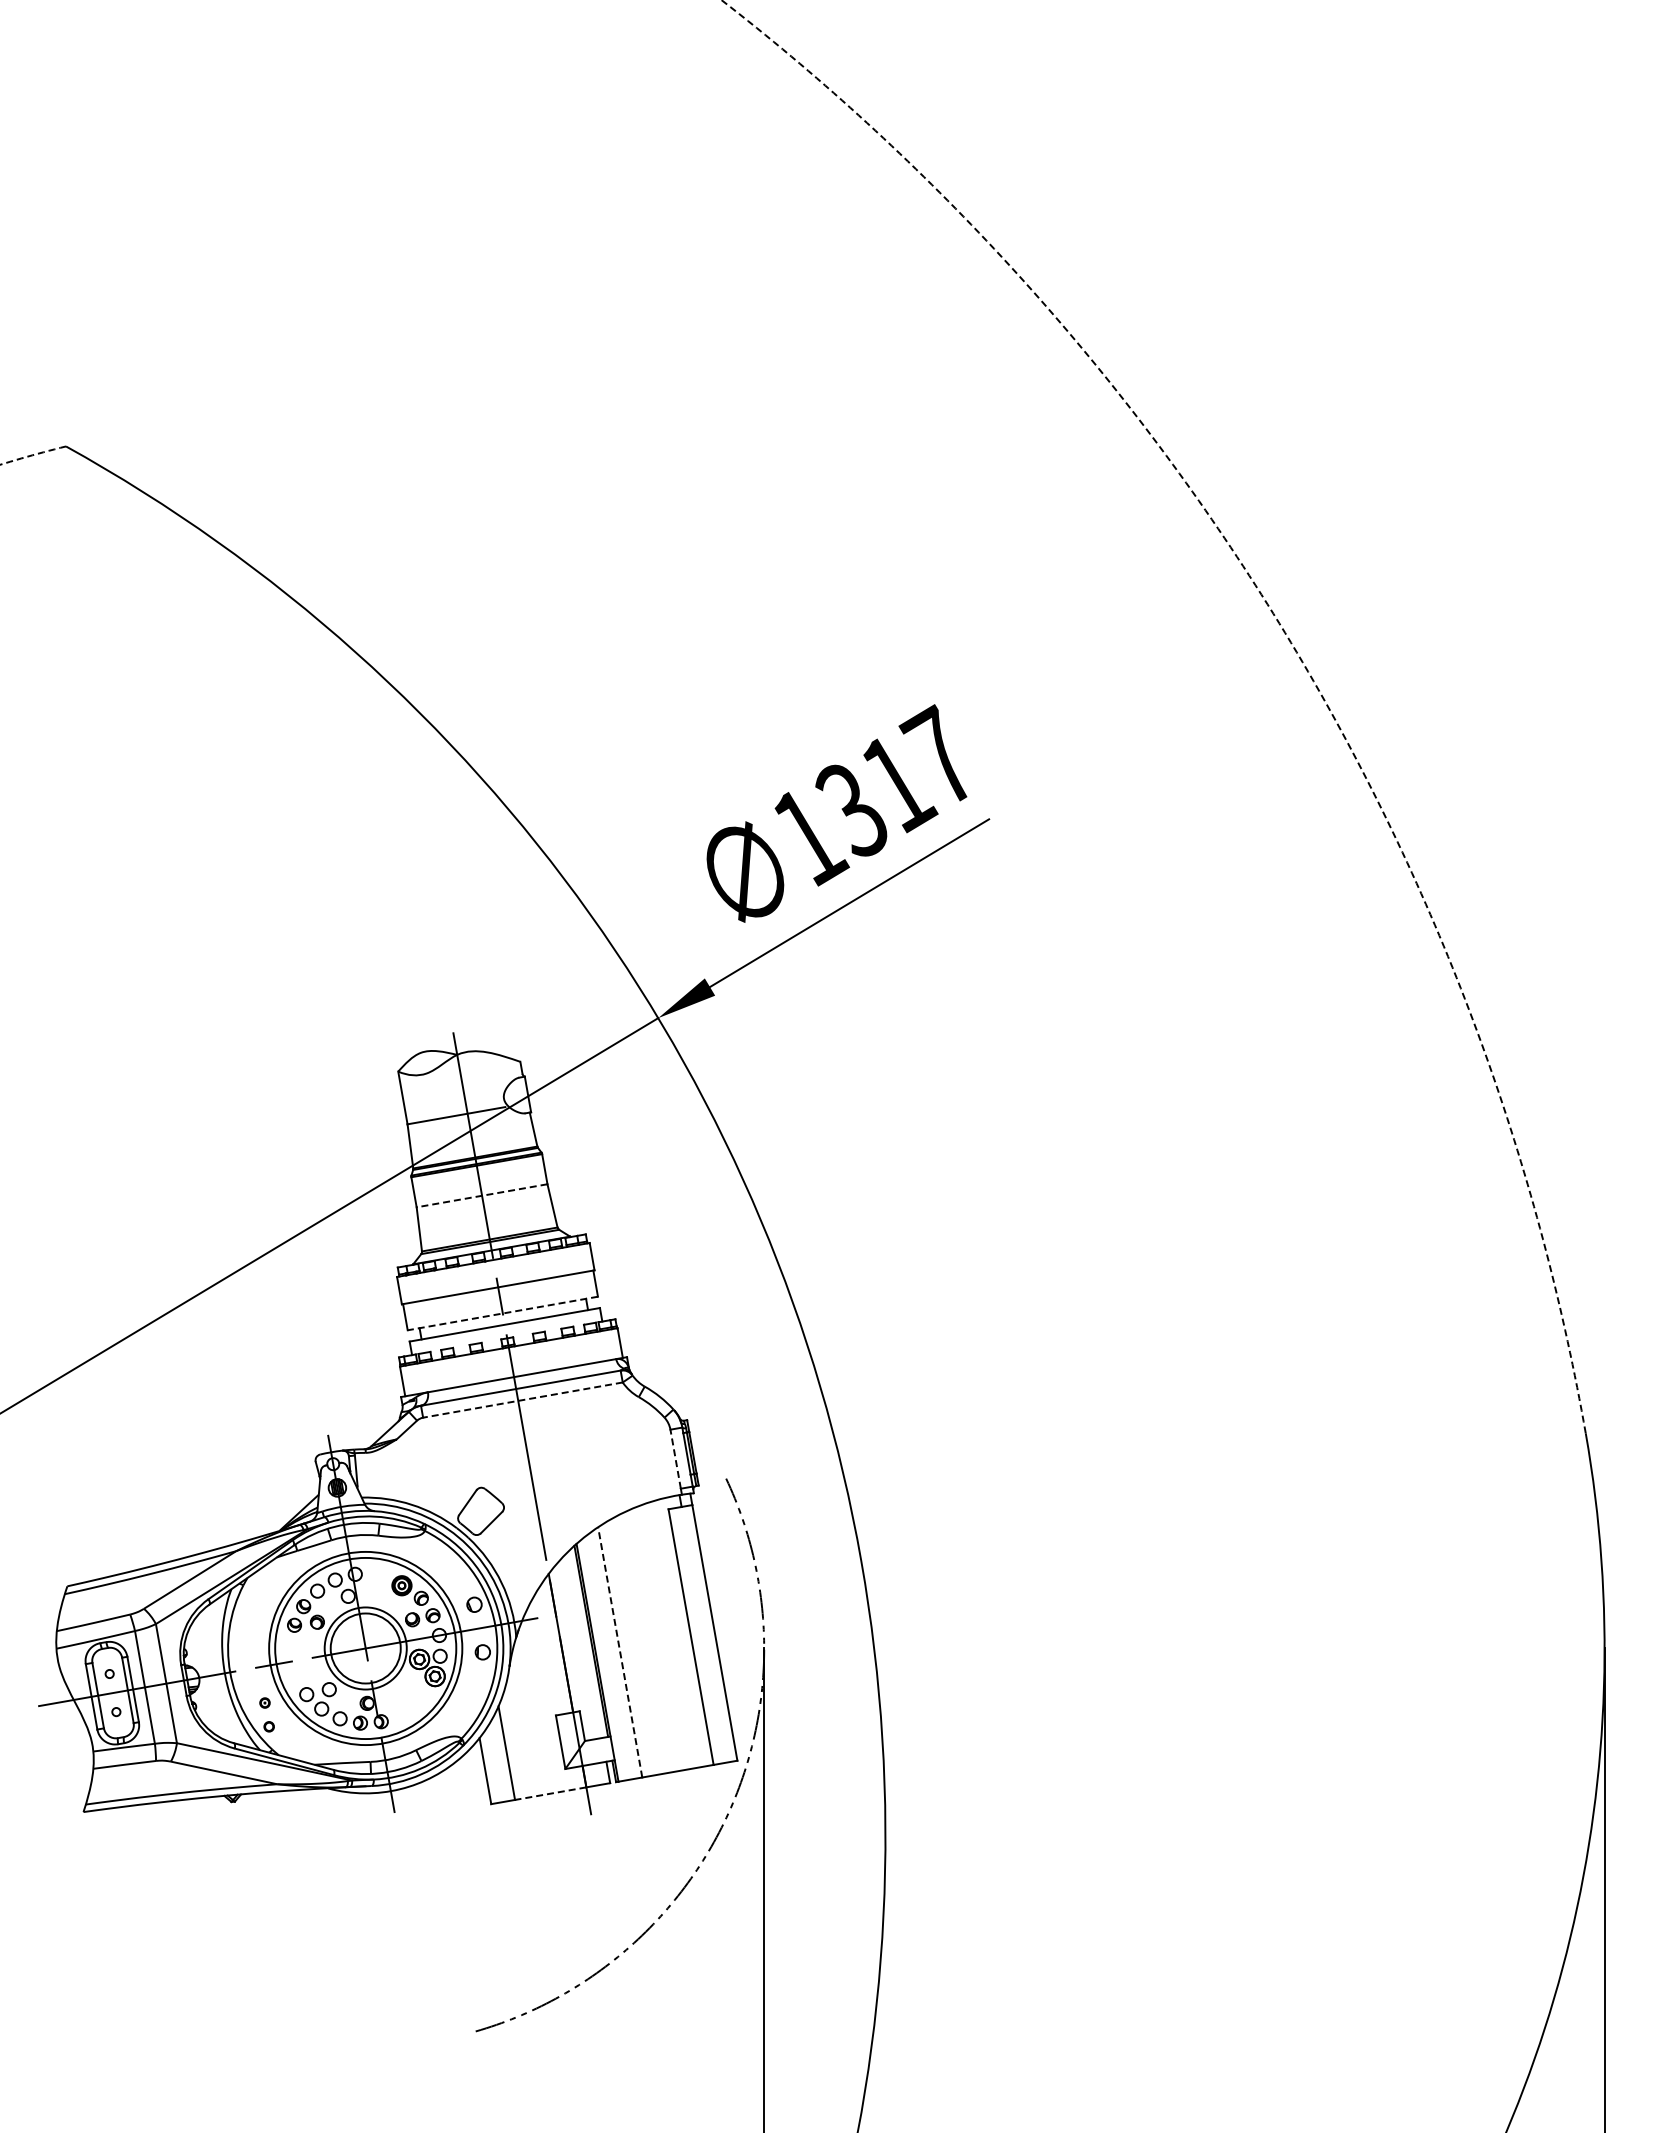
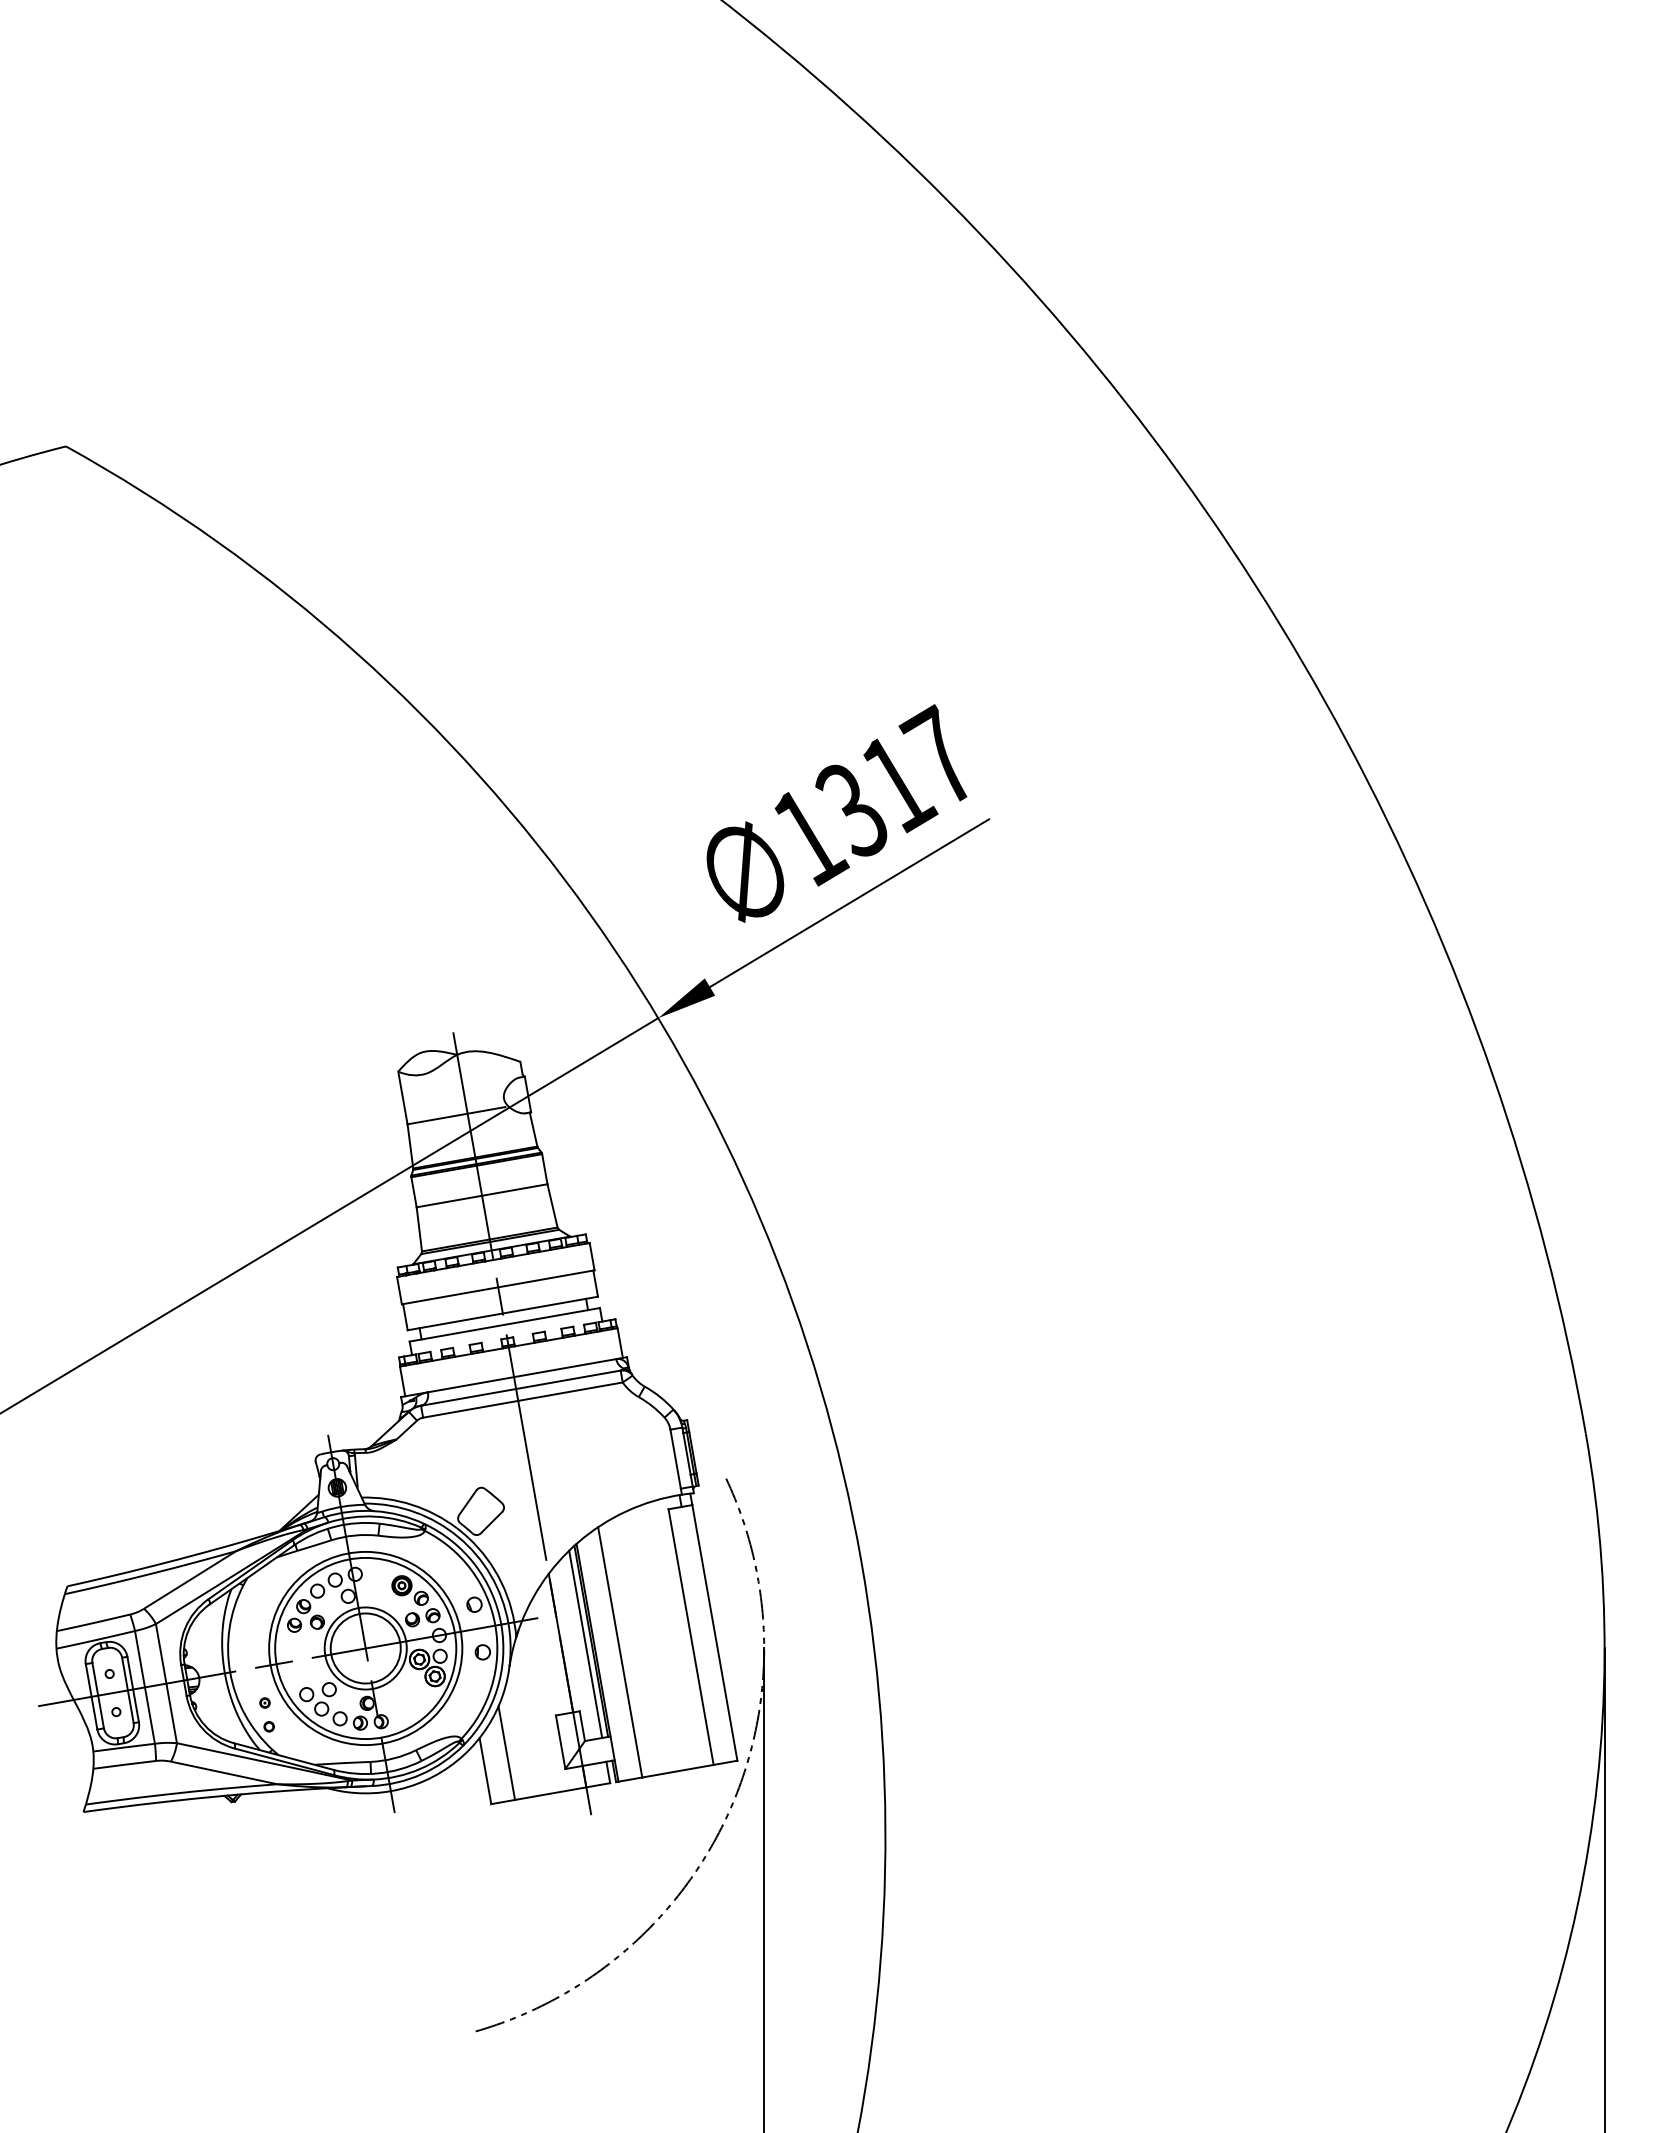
arc at (33, 455): dashed -> solid
arc at (1287, 637): dashed -> solid
line at (481, 1195): dashed -> solid
line at (502, 1313): dashed -> solid
line at (522, 1400): dashed -> solid
line at (675, 1459): dashed -> solid
line at (585, 1643): none -> present
line at (620, 1651): dashed -> solid
line at (550, 1793): dashed -> solid
